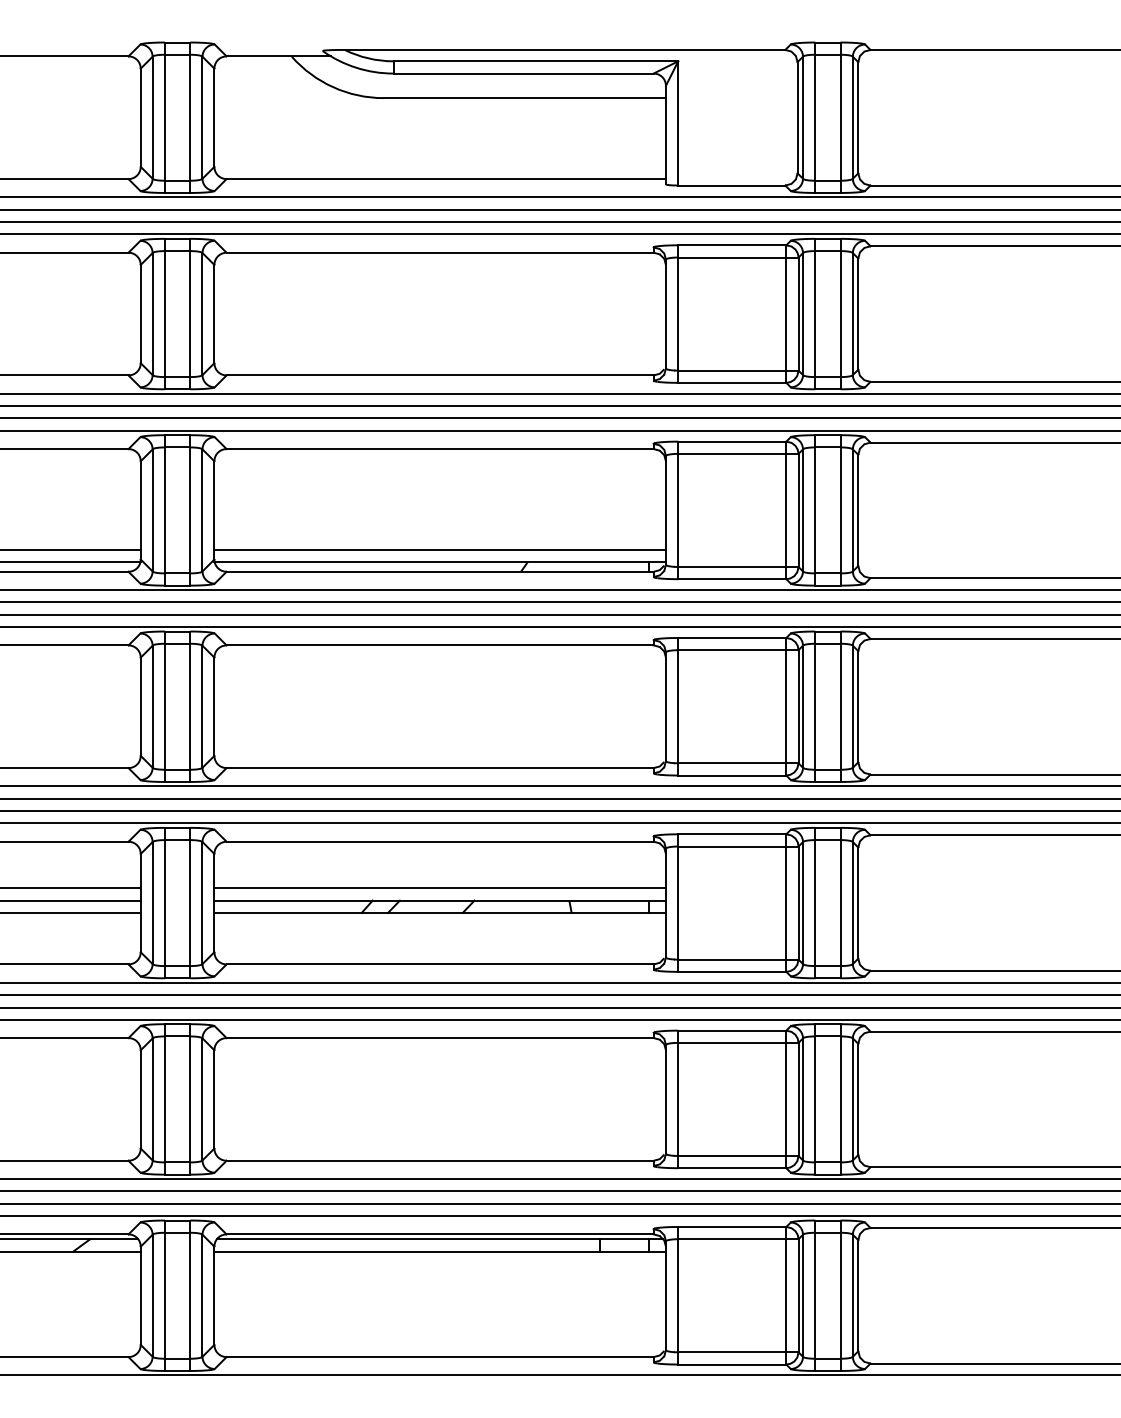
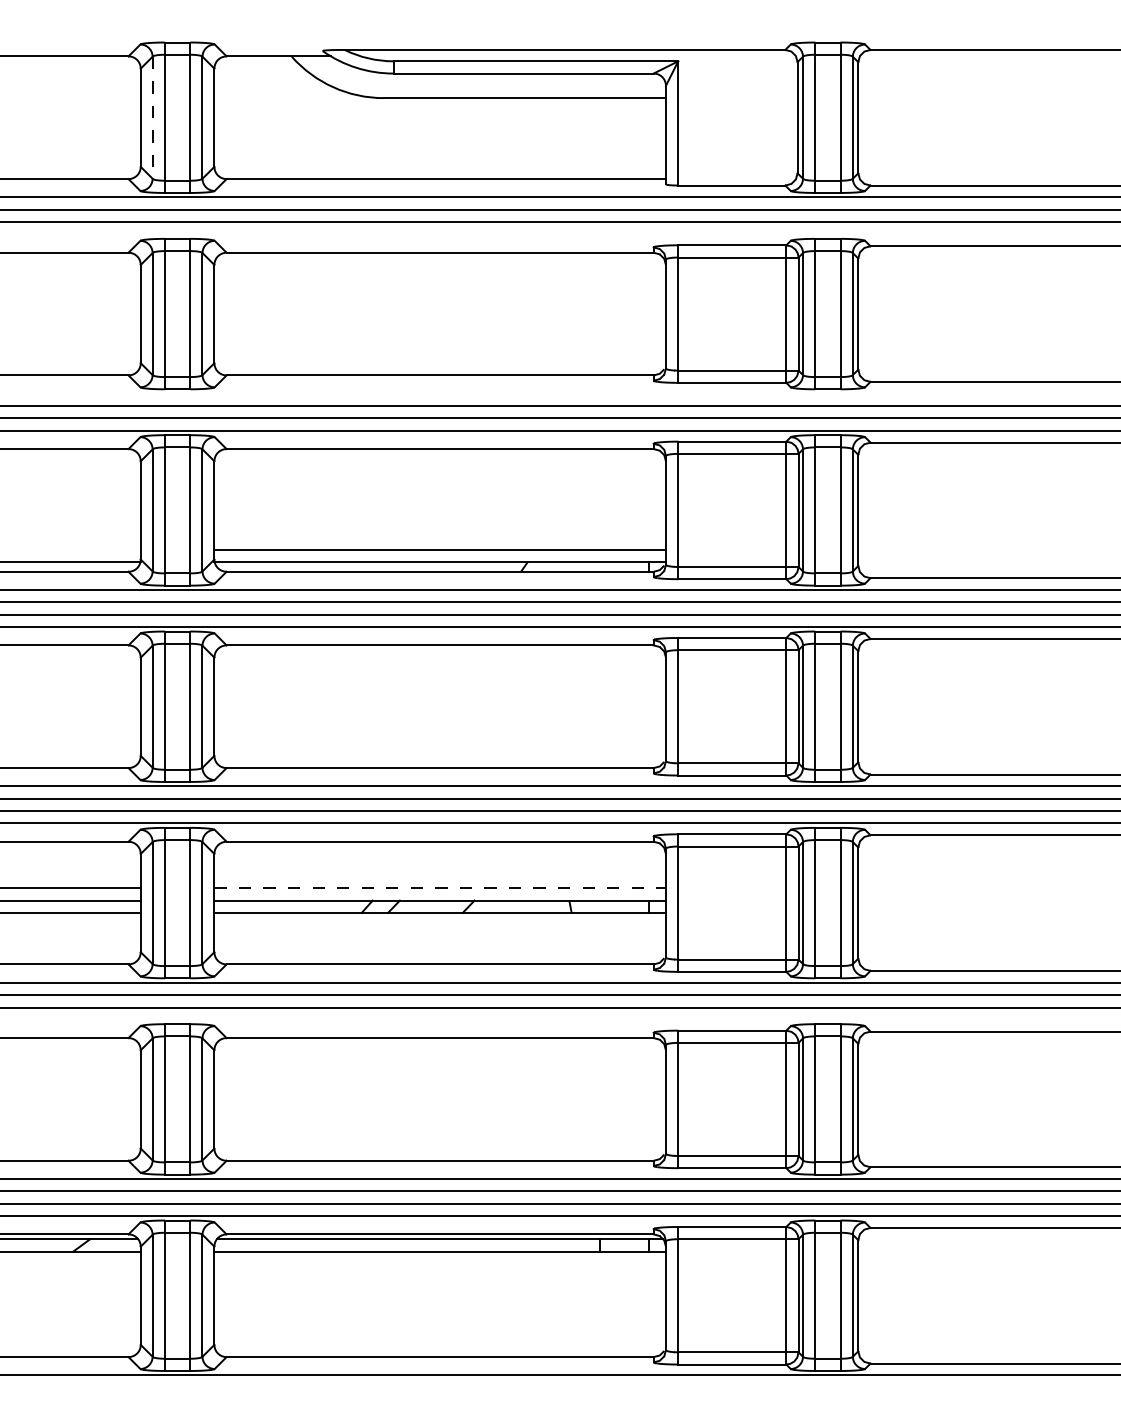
line at (152, 118): solid -> dashed
line at (559, 234): present -> none
line at (559, 393): present -> none
line at (71, 549): present -> none
line at (440, 888): solid -> dashed
line at (559, 1019): present -> none
